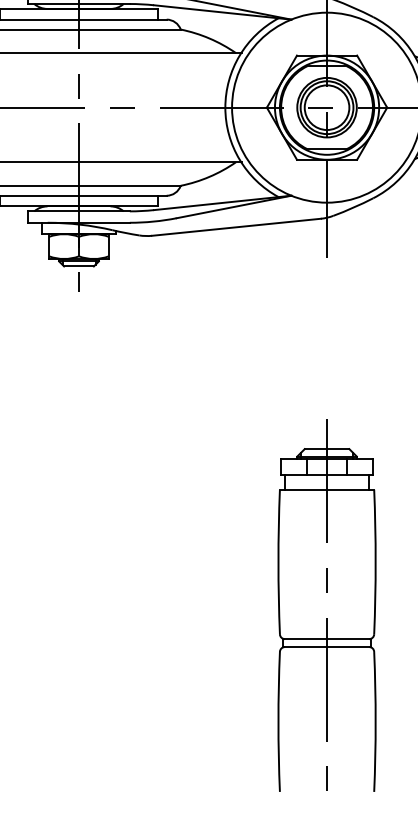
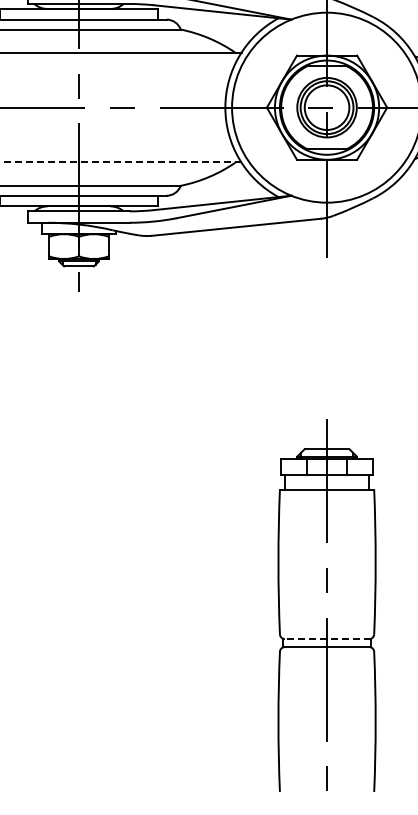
line at (120, 162): solid -> dashed
line at (326, 639): solid -> dashed
